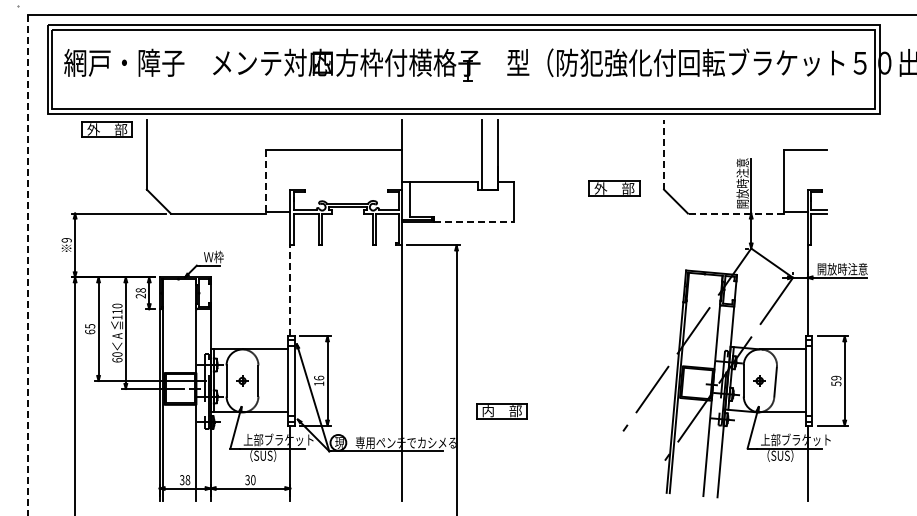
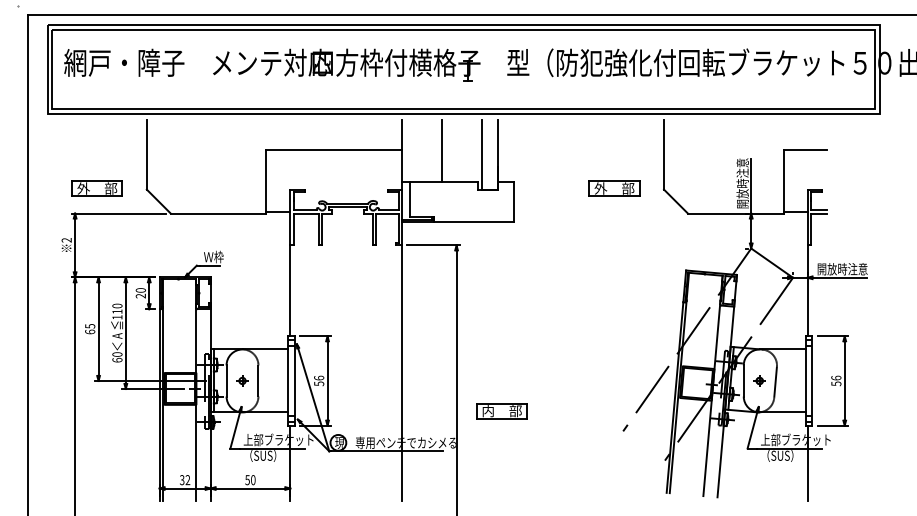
part at (106, 129) position: (106, 129) -> (96, 188)
line at (441, 150): none -> present
line at (664, 154): dashed -> solid
line at (266, 181): dashed -> solid
line at (735, 213): dashed -> solid
line at (473, 221): dashed -> solid
text at (66, 240): 9 -> 2
line at (27, 266): dashed -> solid
text at (141, 290): 28 -> 20
line at (290, 290): dashed -> solid
text at (836, 377): 59 -> 56
text at (319, 383): 16 -> 56
text at (247, 479): 30 -> 50
text at (187, 480): 38 -> 32
